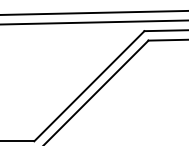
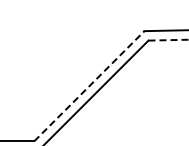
line at (93, 12): present -> none
line at (93, 22): present -> none
line at (168, 40): solid -> dashed
line at (89, 86): solid -> dashed
